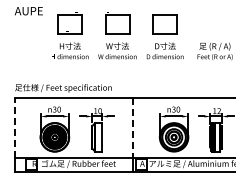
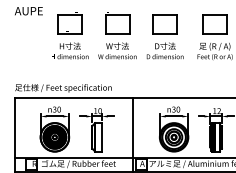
part at (214, 24): none -> present
line at (14, 127): dashed -> solid
line at (133, 127): dashed -> solid
